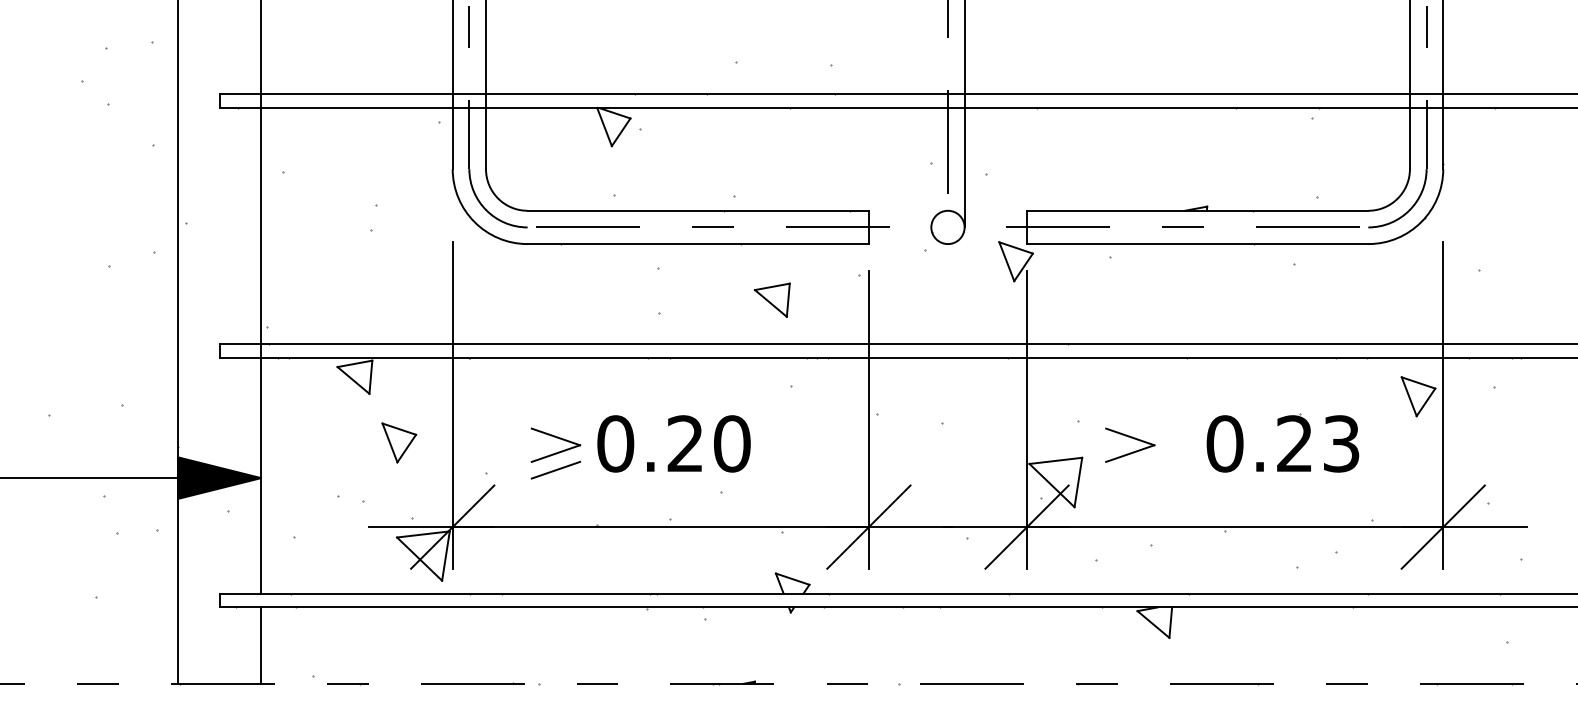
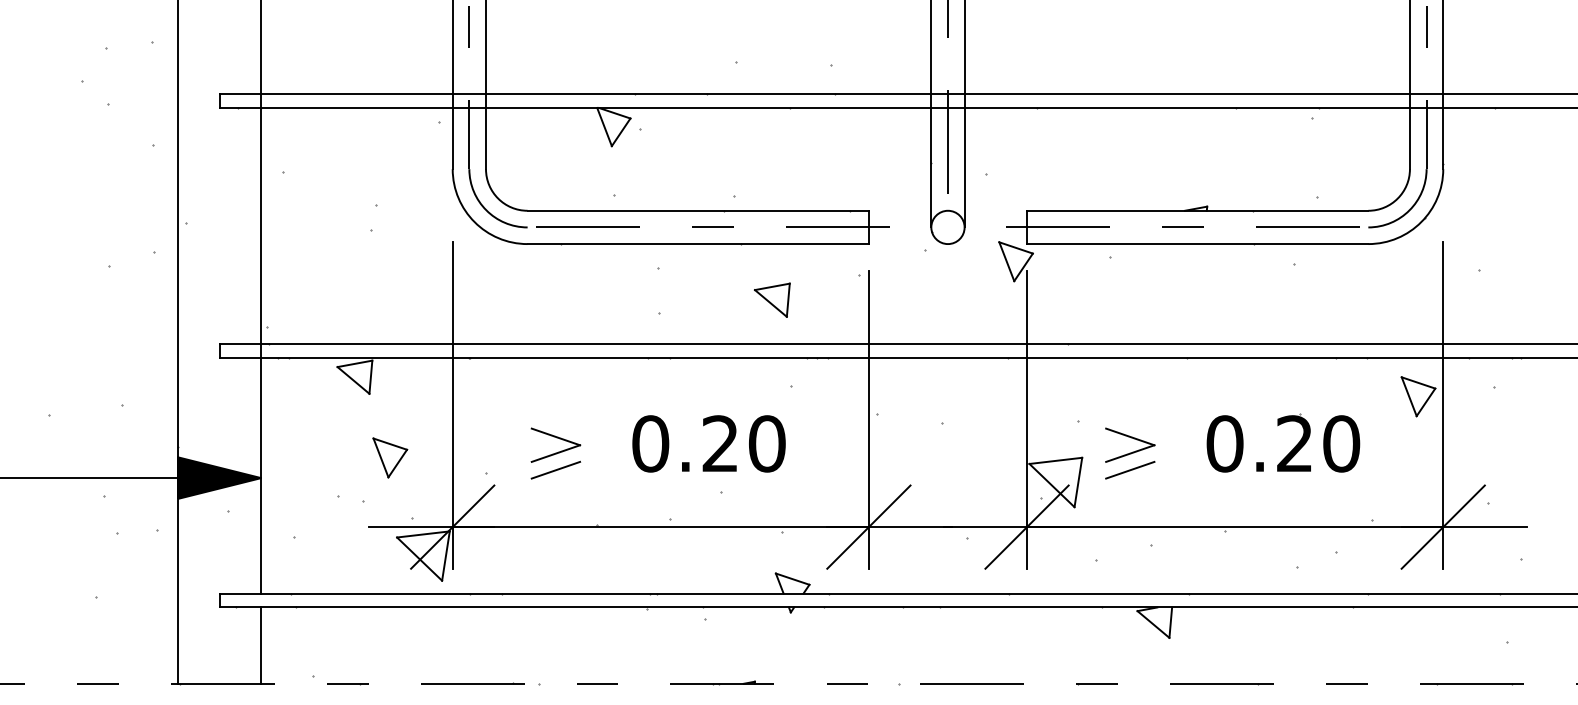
line at (931, 114): none -> present
part at (399, 442) position: (399, 442) -> (390, 457)
text at (673, 443) position: (673, 443) -> (708, 443)
text at (1341, 443): 0.23 -> 0.20
line at (1130, 469): none -> present
